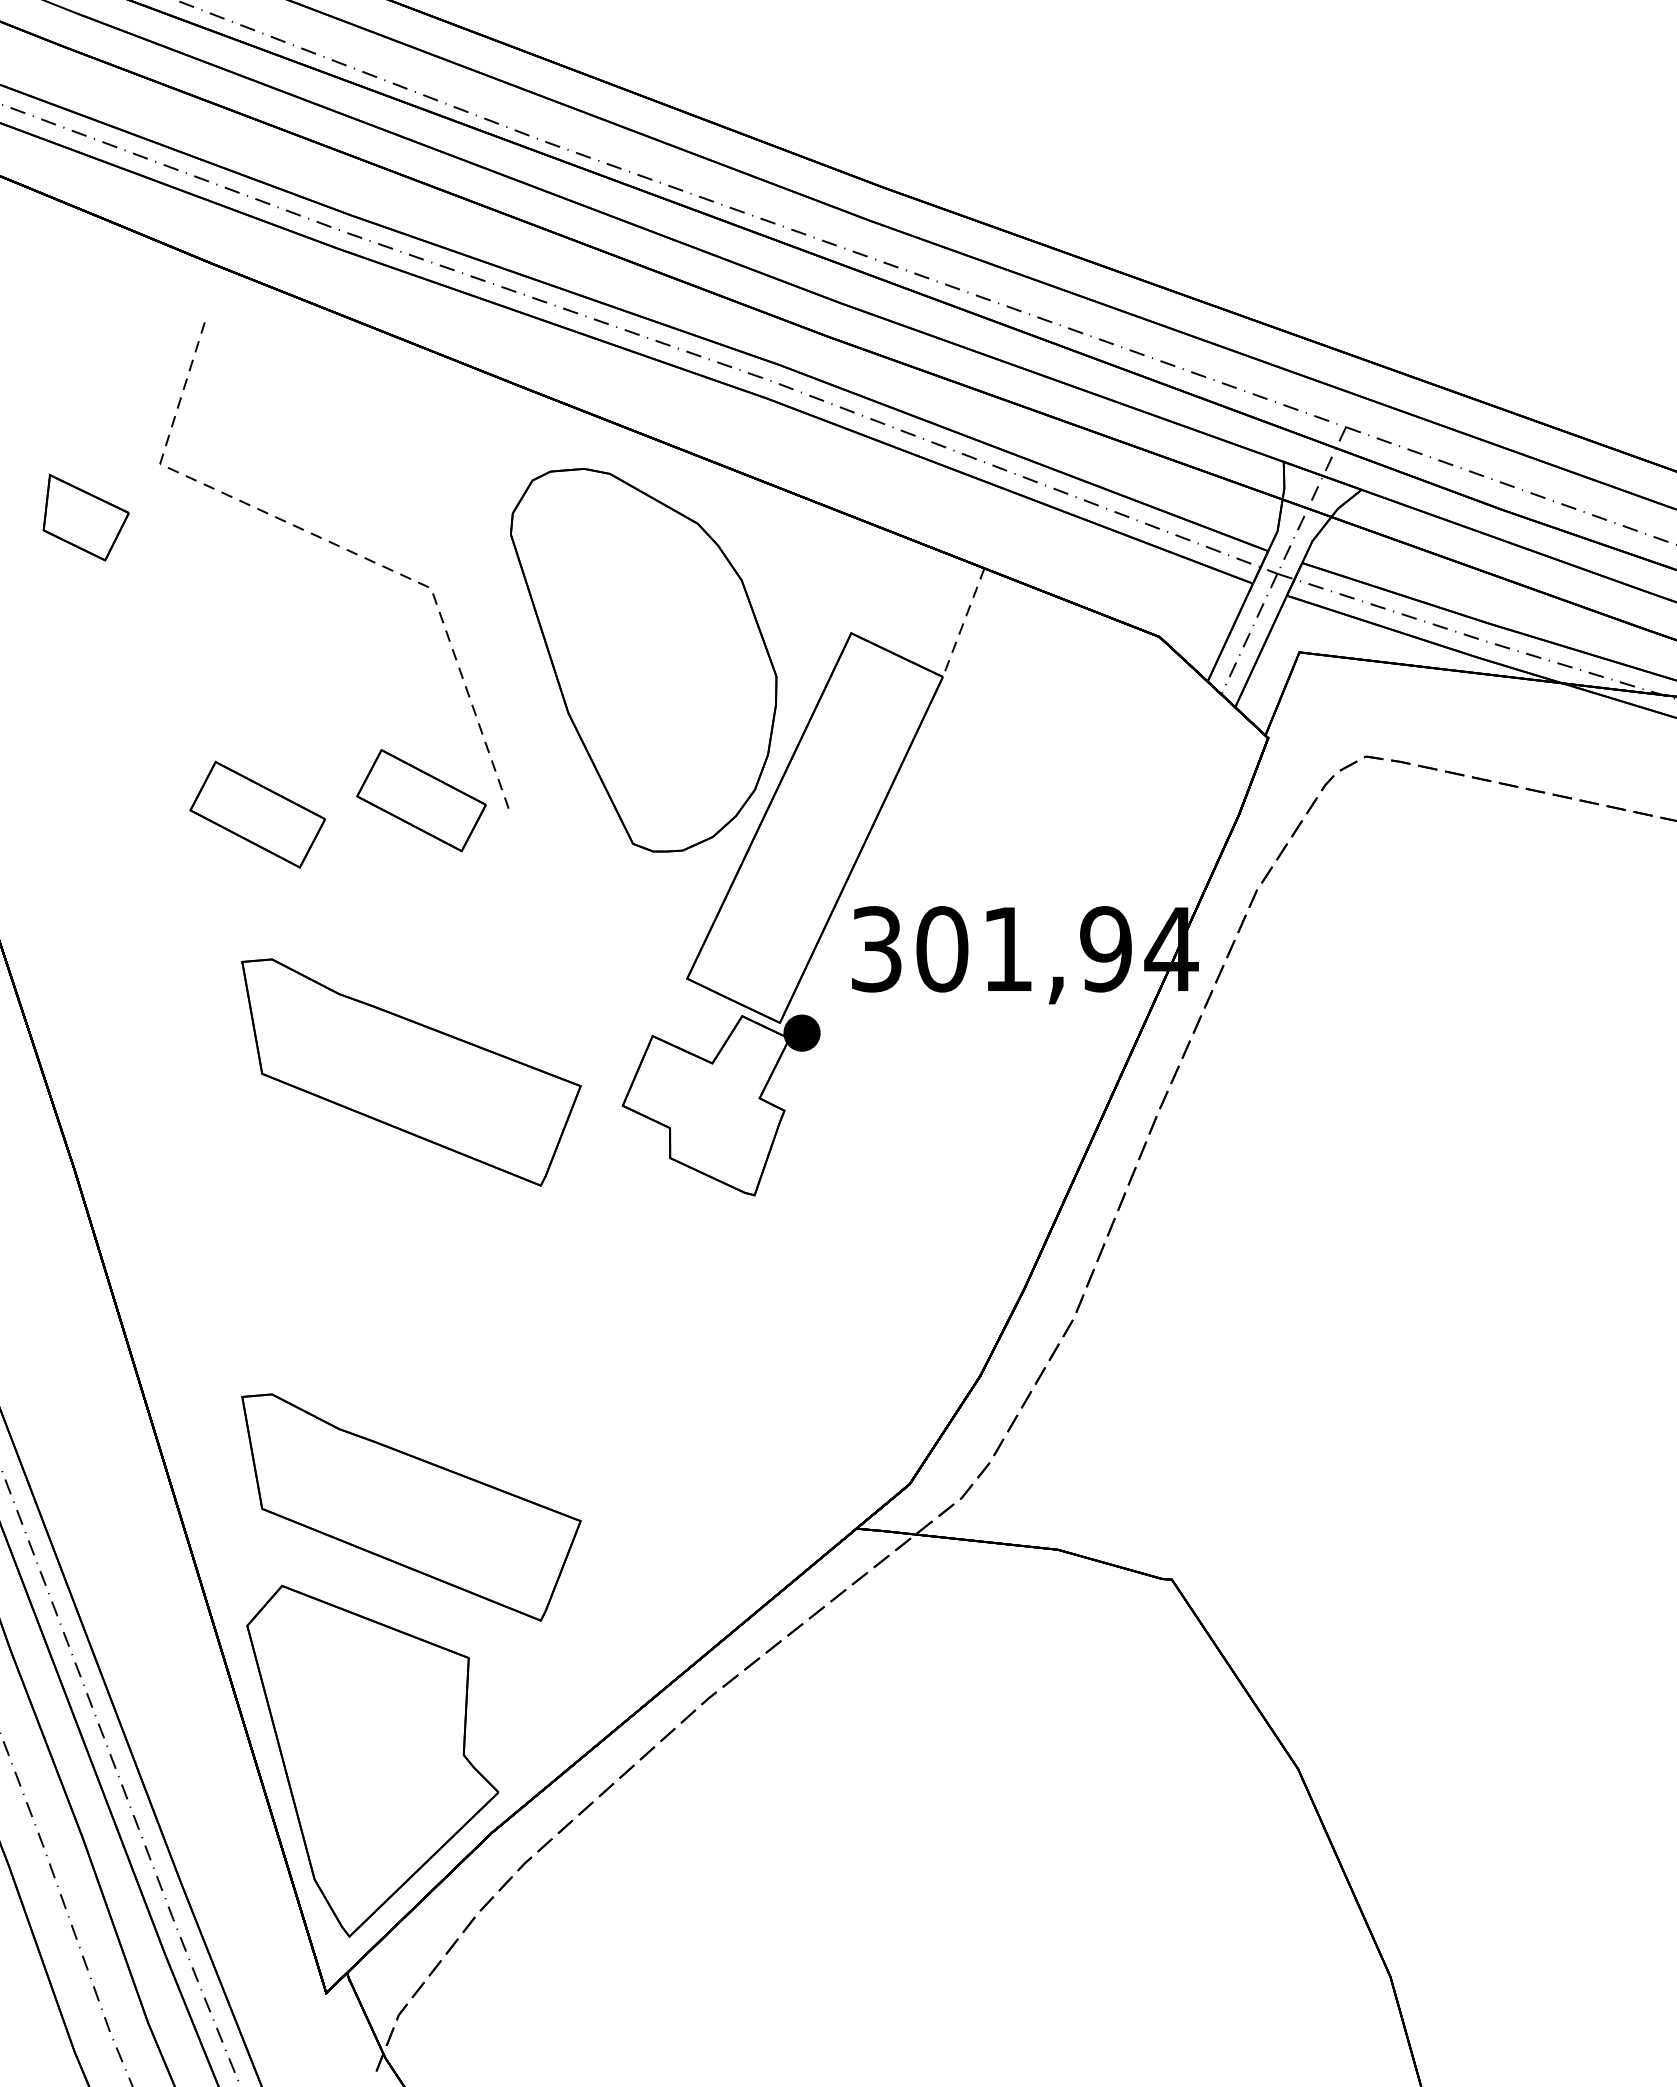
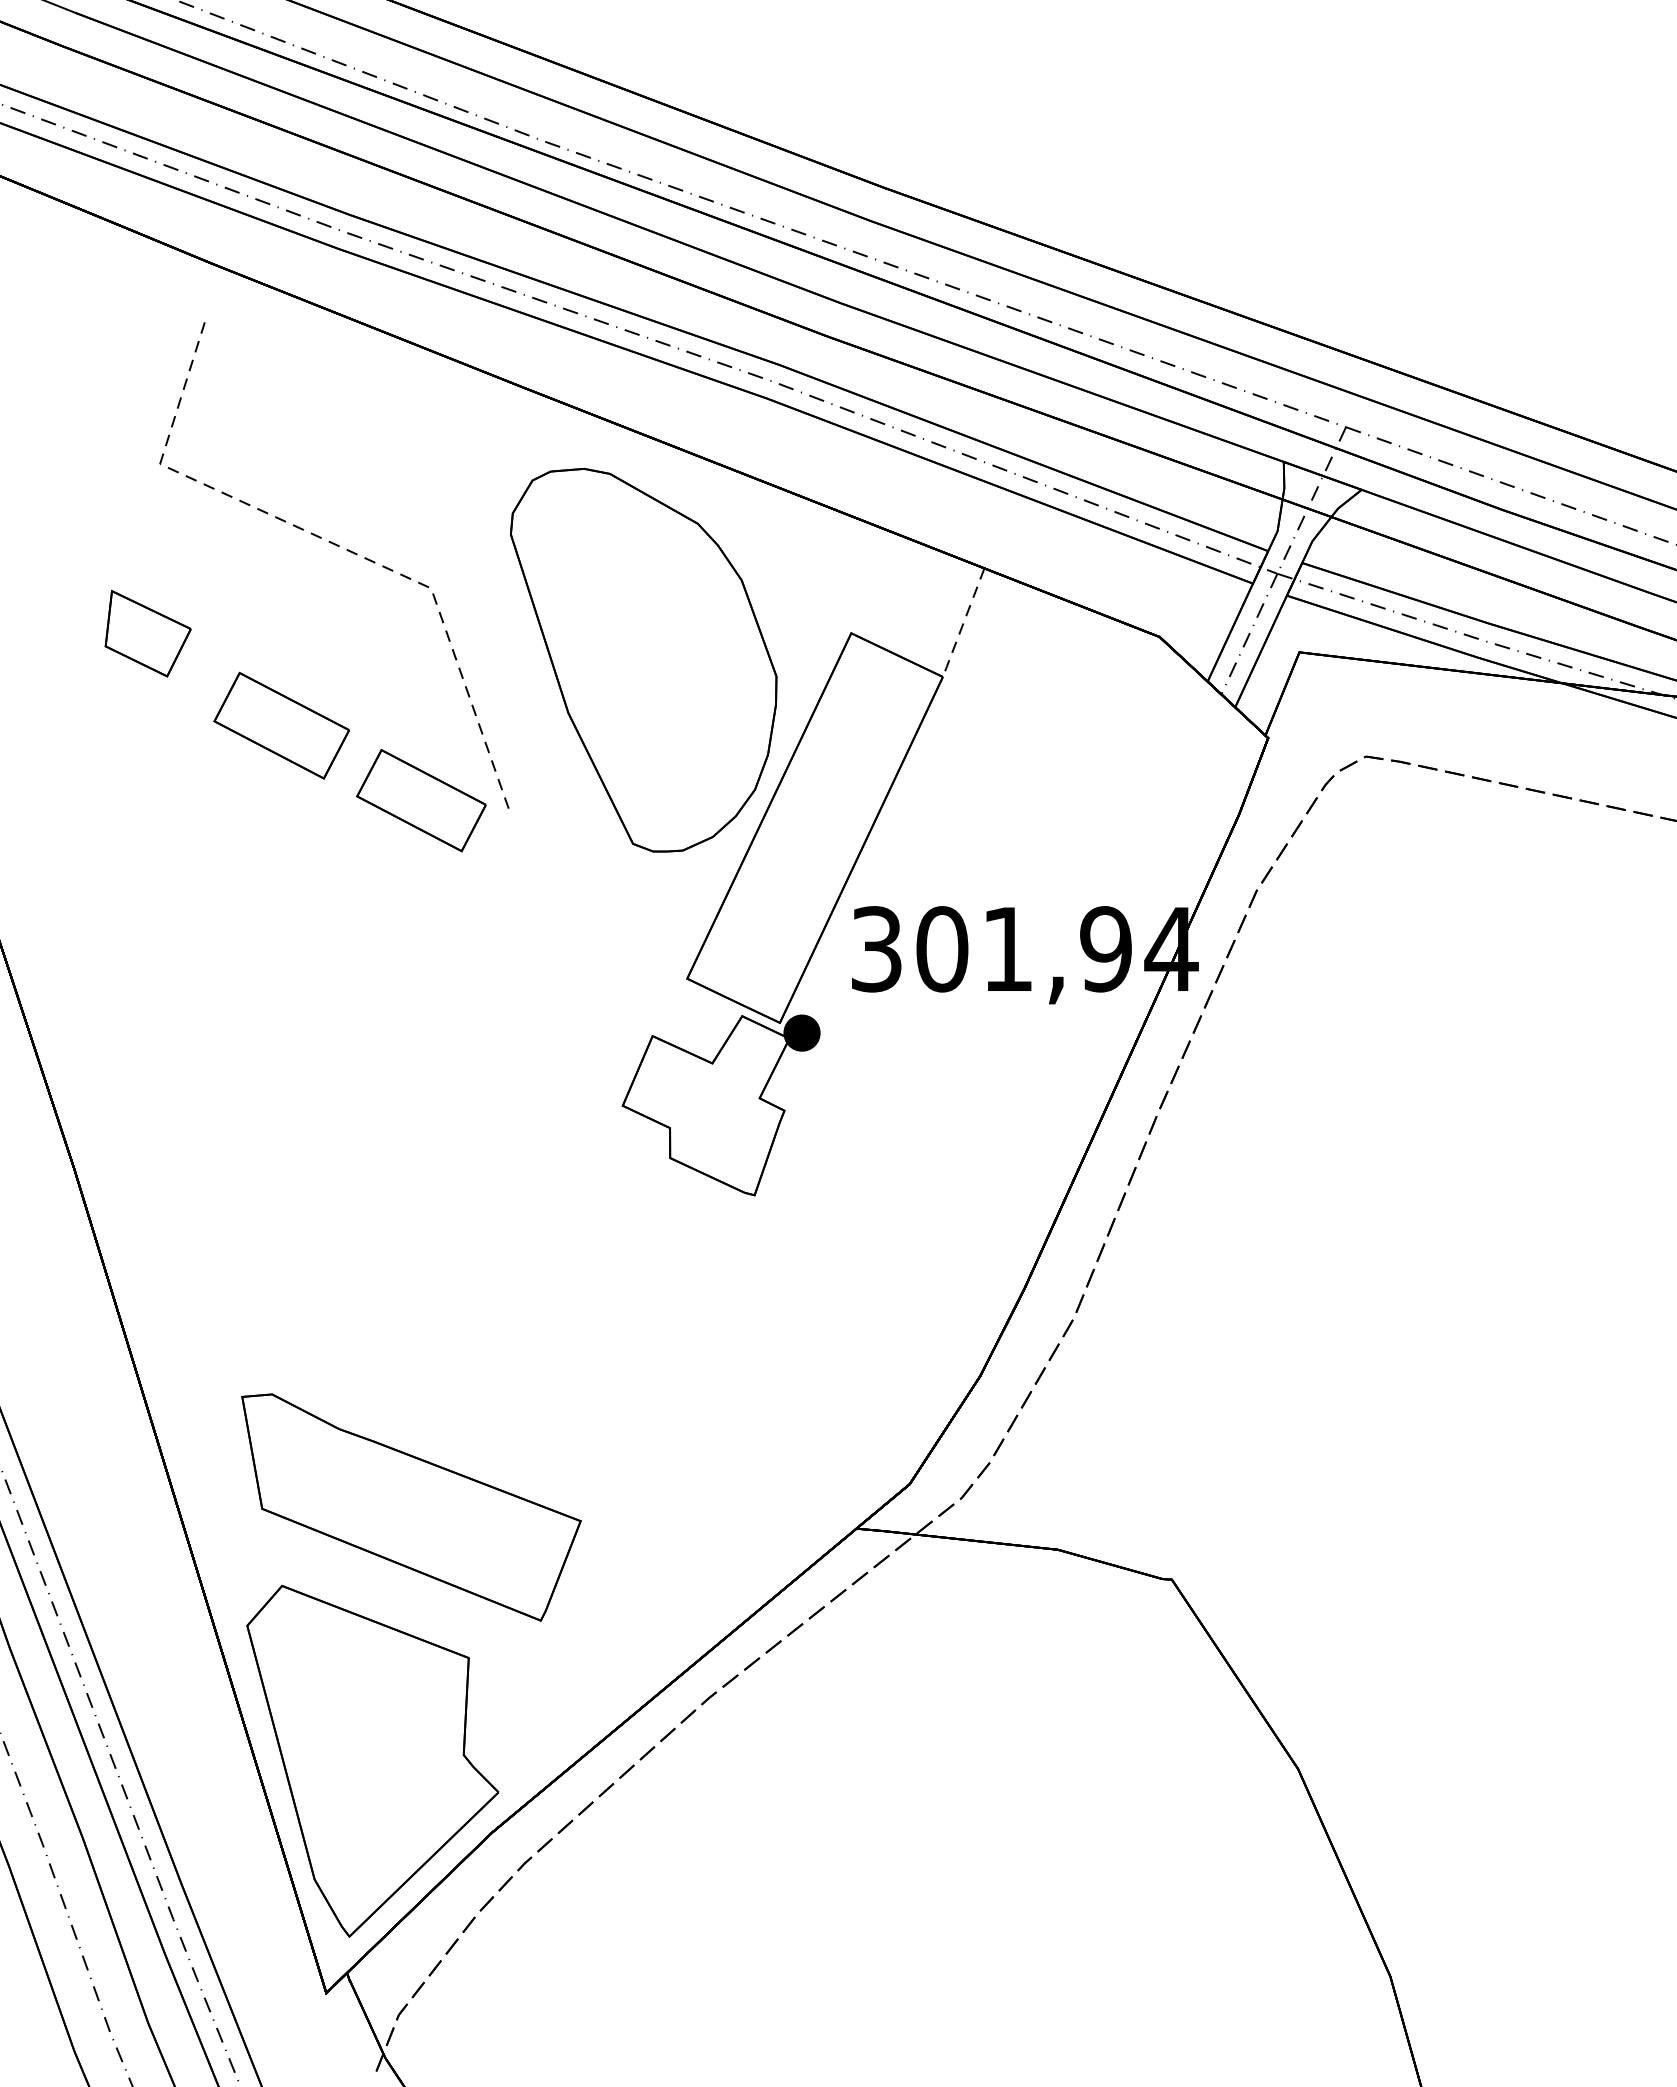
part at (85, 517) position: (85, 517) -> (147, 633)
part at (257, 814) position: (257, 814) -> (281, 725)
part at (411, 1072): present -> none
